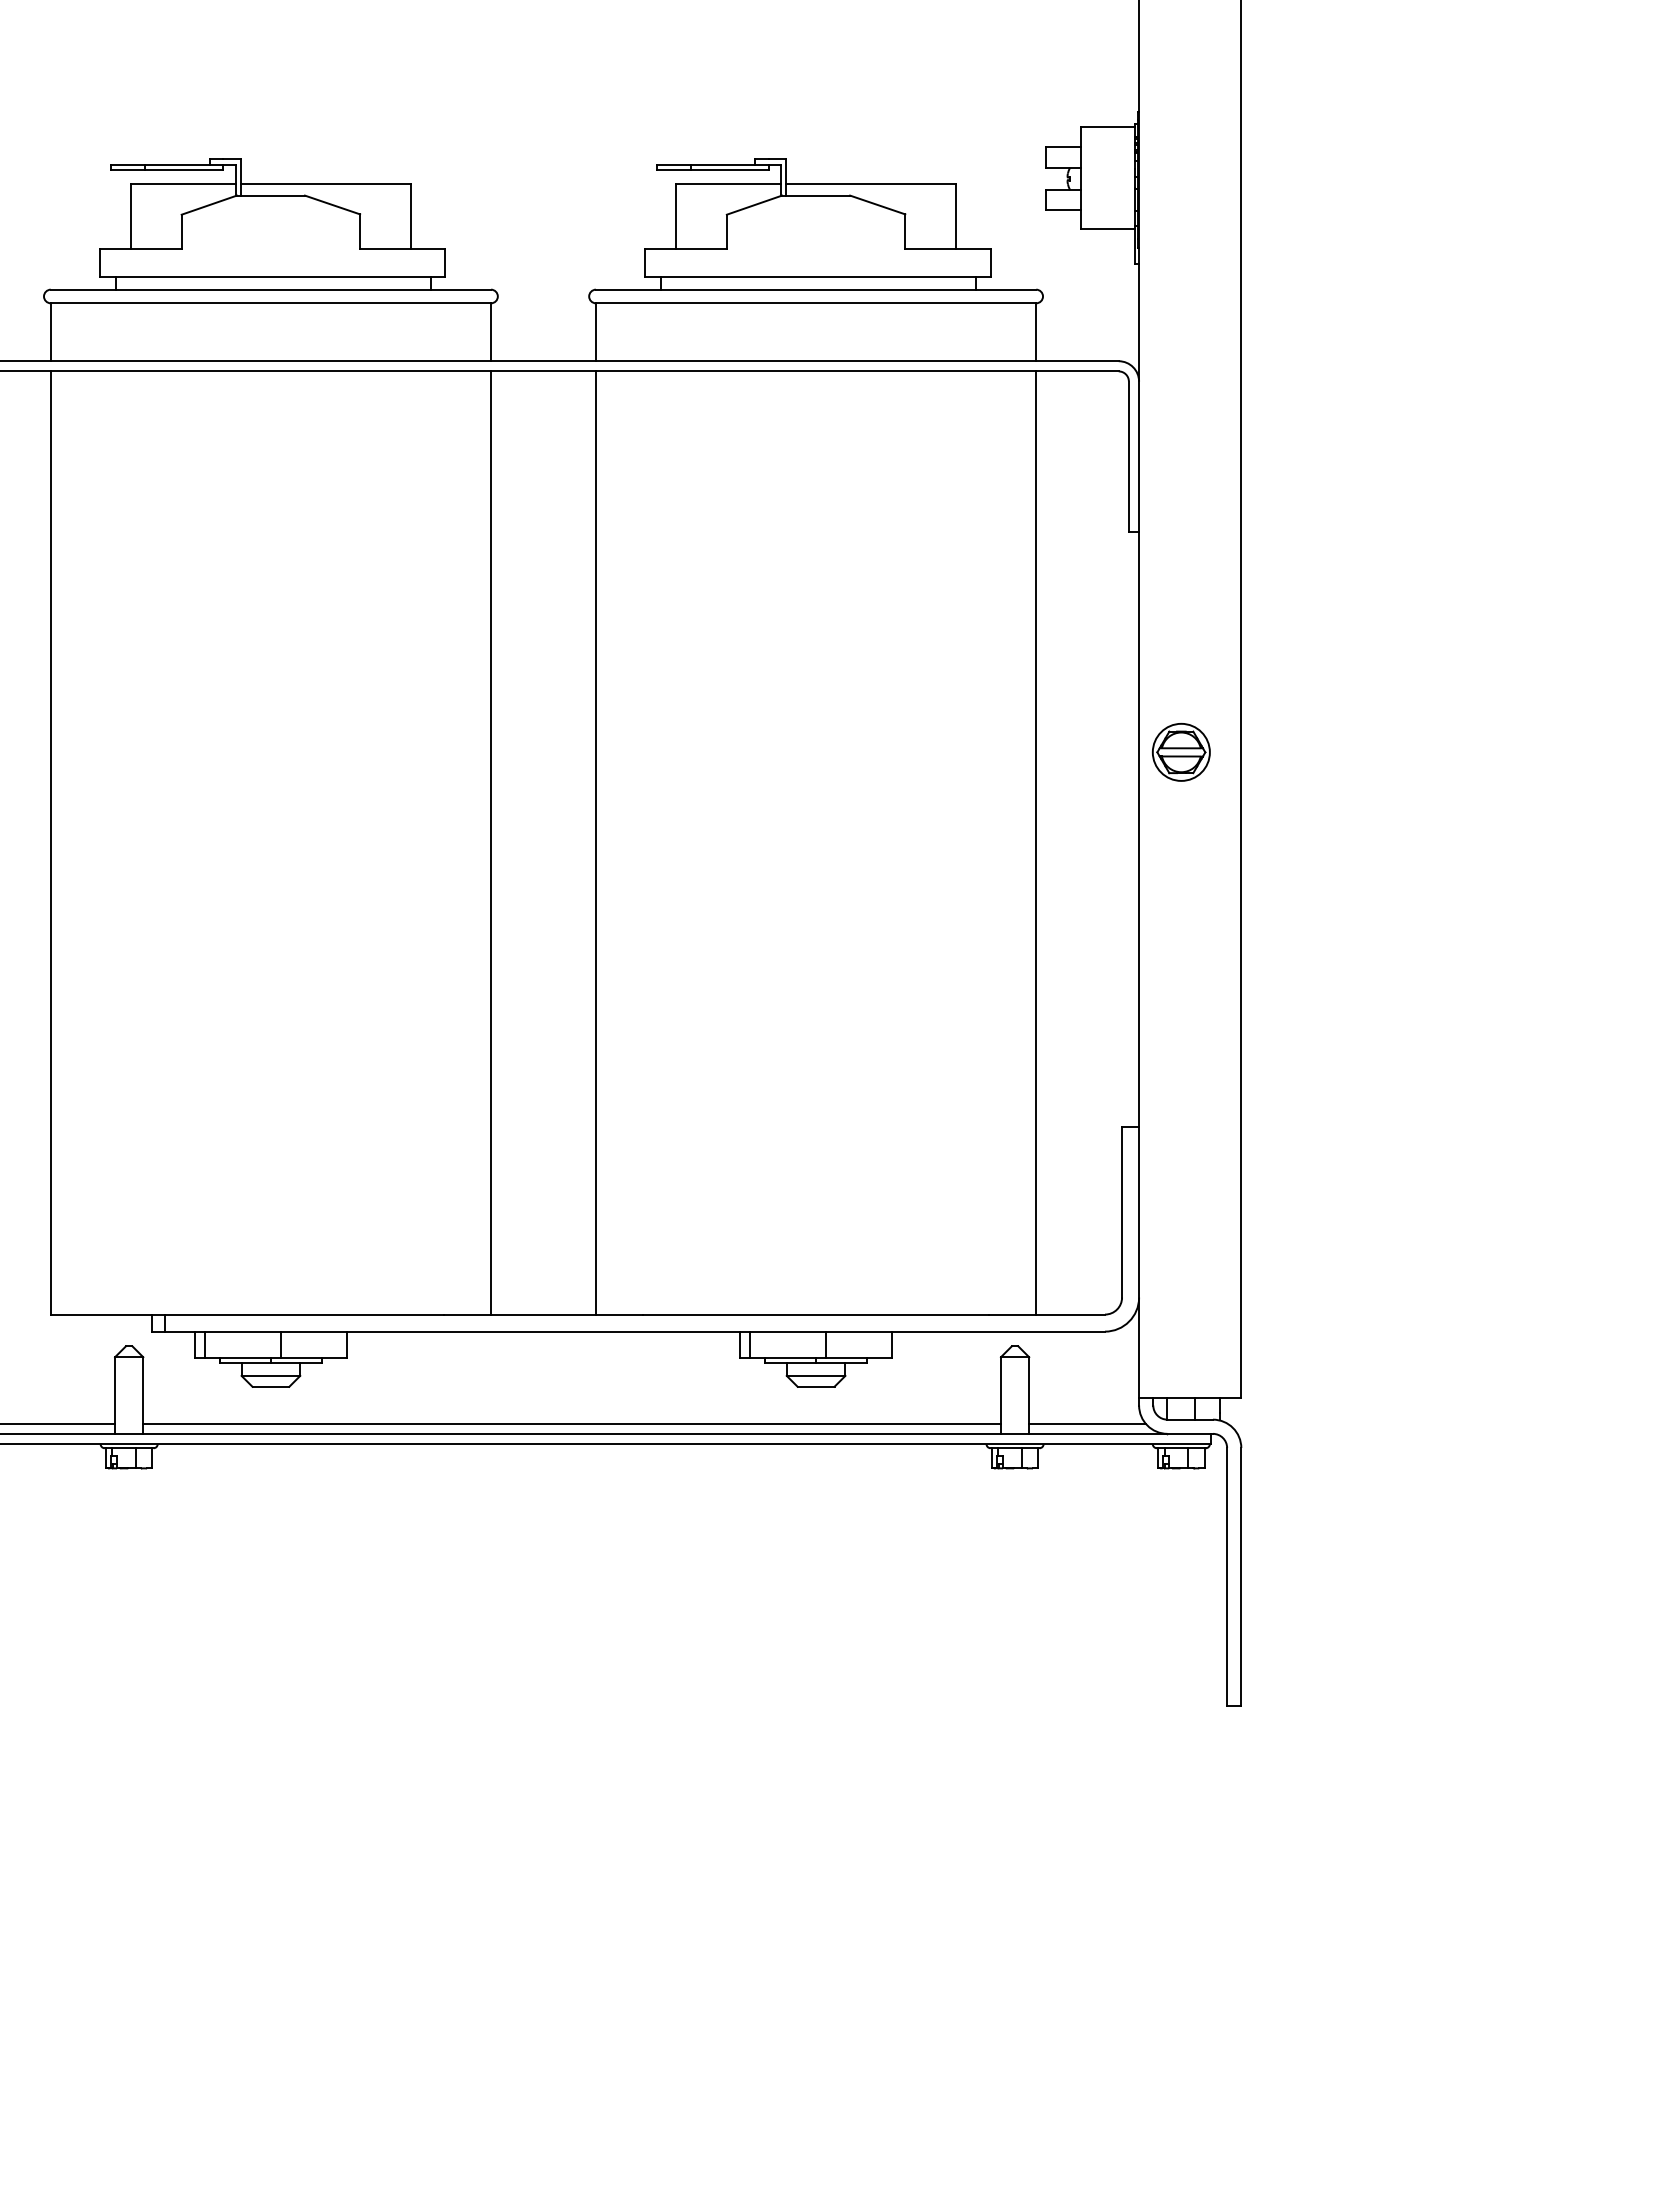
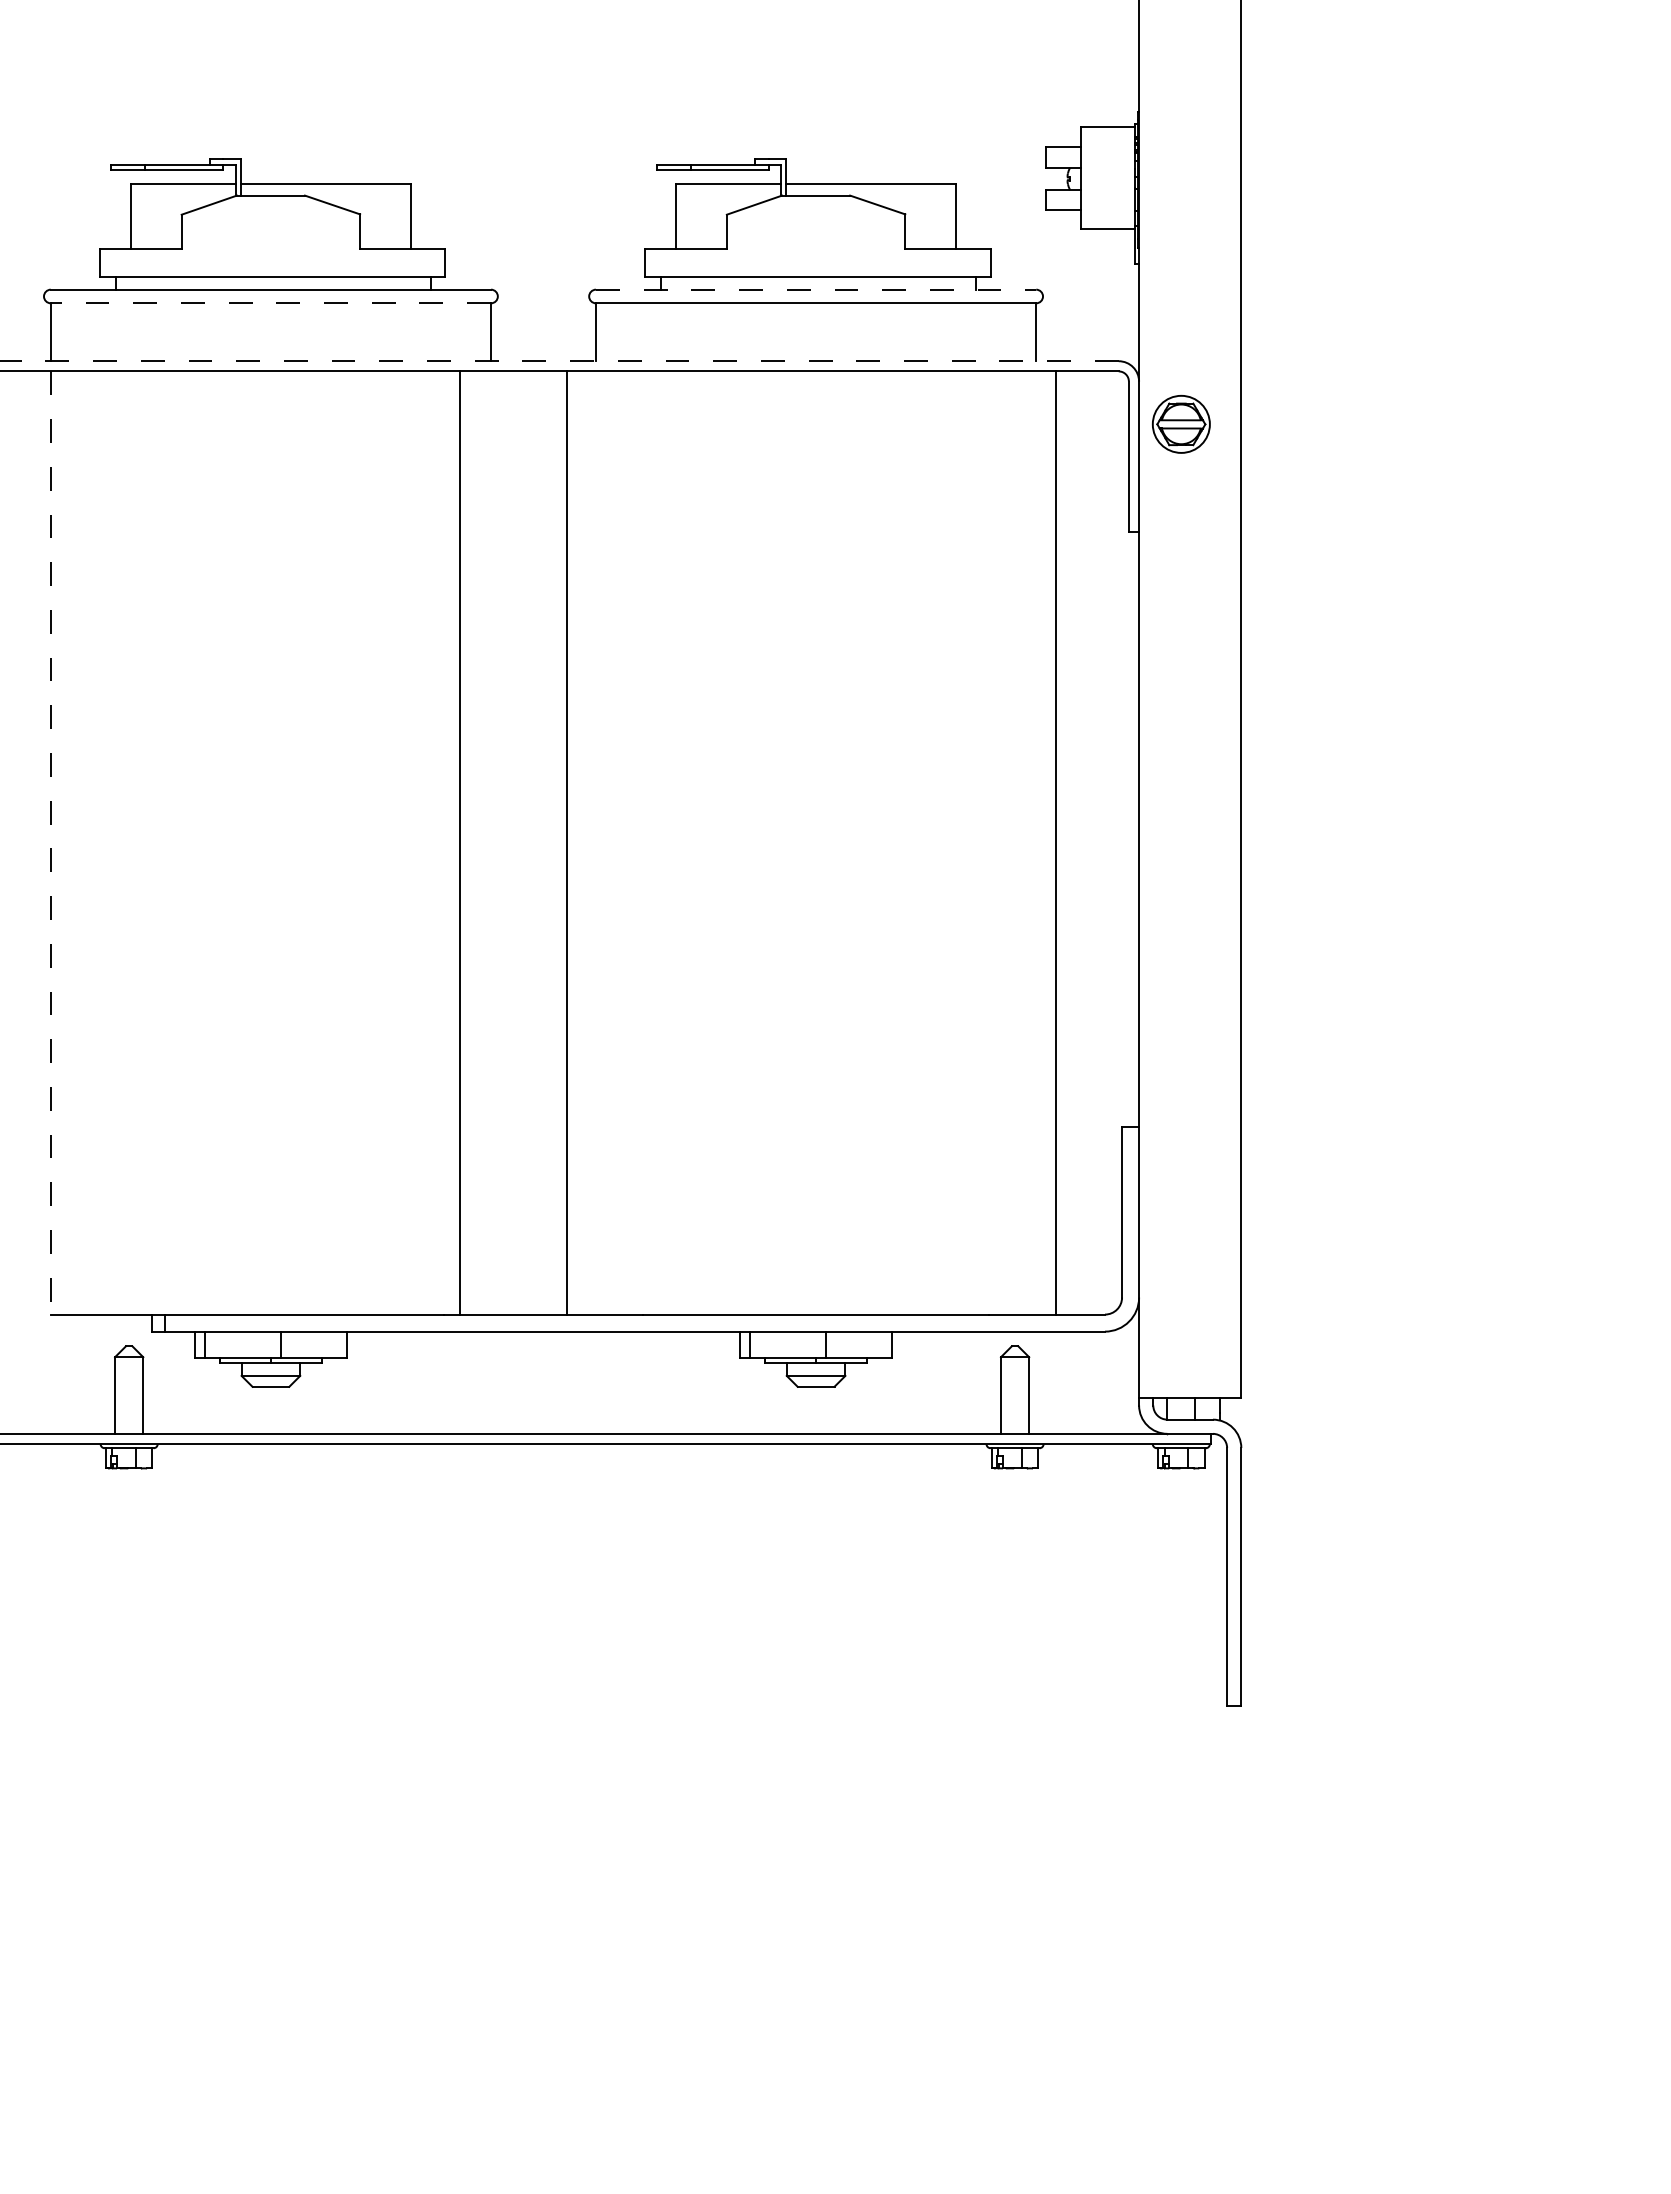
line at (816, 289): solid -> dashed
line at (270, 303): solid -> dashed
line at (559, 361): solid -> dashed
part at (1180, 752) position: (1180, 752) -> (1180, 424)
line at (491, 842) position: (491, 842) -> (460, 842)
line at (595, 842) position: (595, 842) -> (566, 842)
line at (1036, 842) position: (1036, 842) -> (1056, 842)
line at (50, 843): solid -> dashed
line at (58, 1423): present -> none
line at (571, 1423): present -> none
line at (1087, 1423): present -> none
